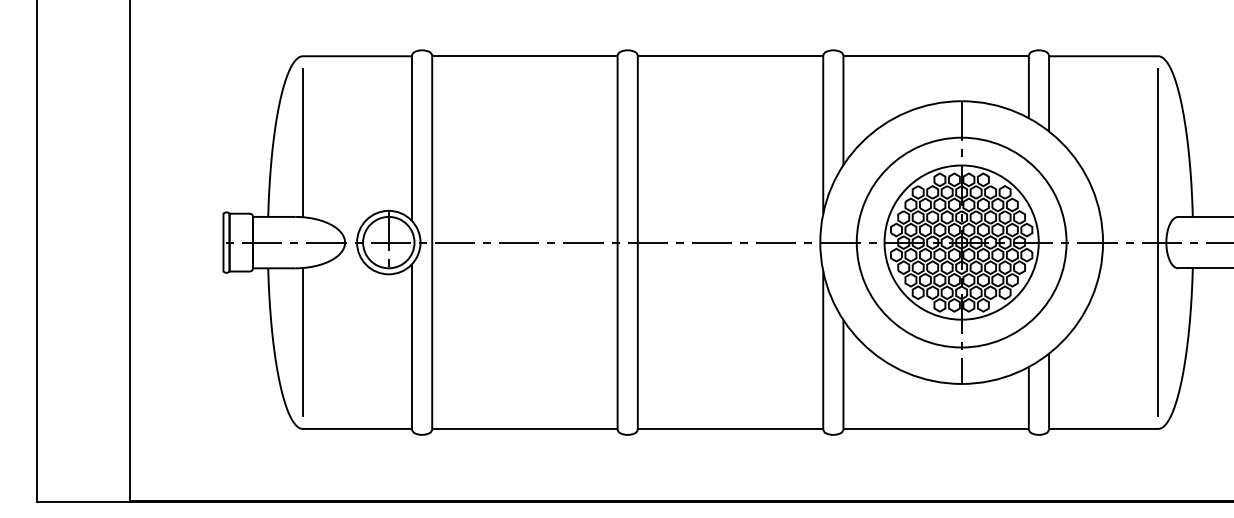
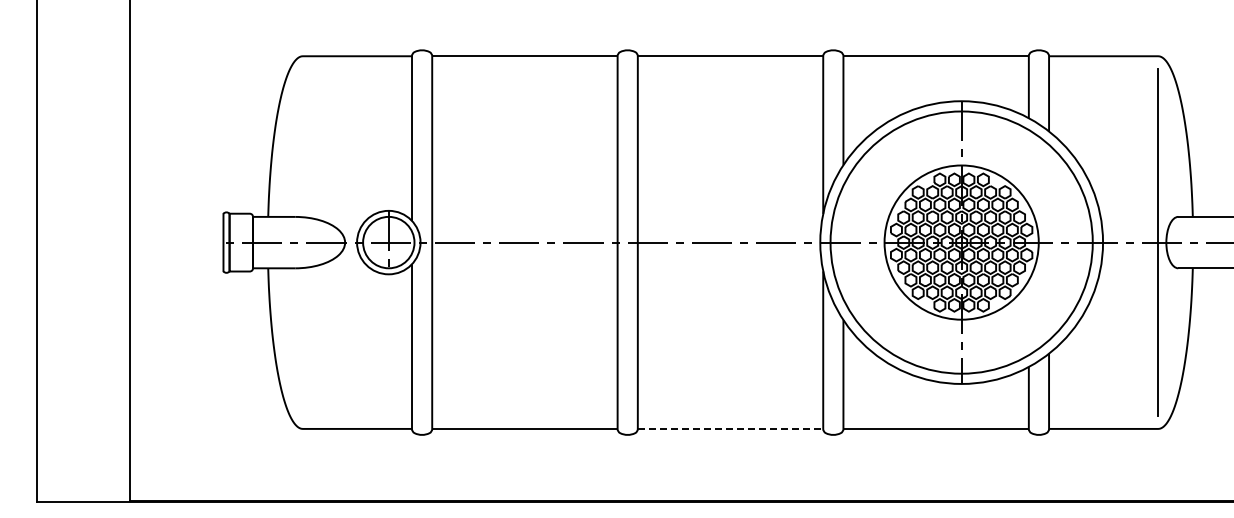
line at (302, 143): present -> none
circle at (961, 242) diameter: 210 px -> 262 px
line at (302, 342): present -> none
line at (730, 428): solid -> dashed
